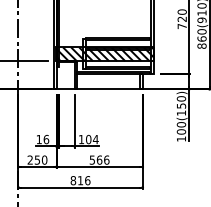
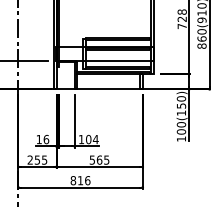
text at (181, 11): 720 -> 728
hatch at (104, 54): present -> none
text at (44, 159): 250 -> 255
text at (106, 159): 566 -> 565
